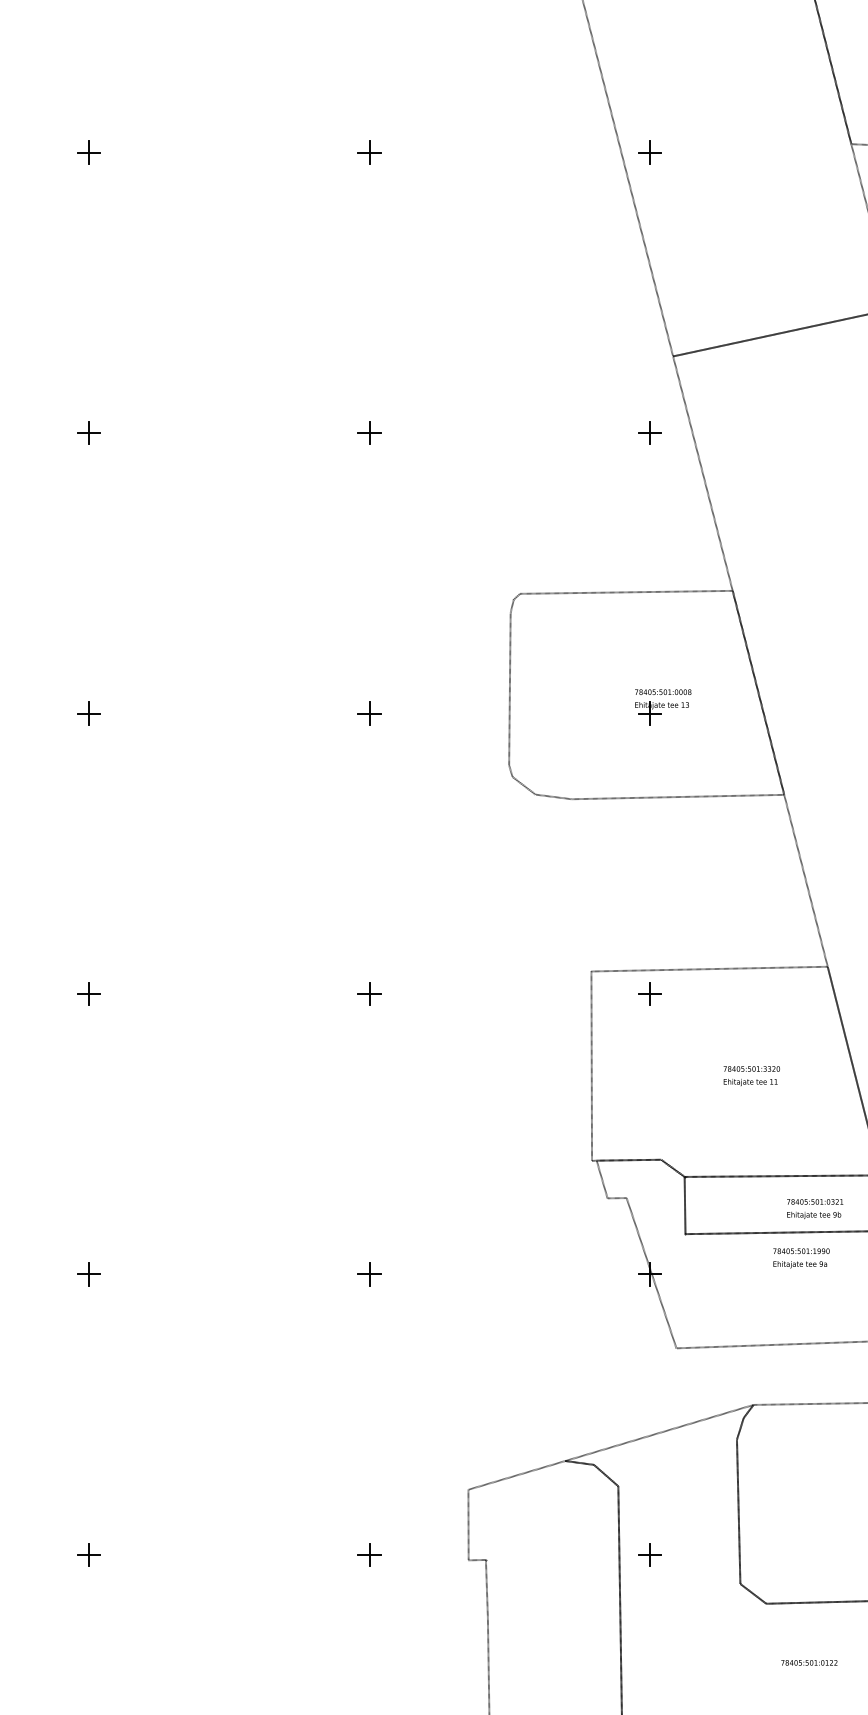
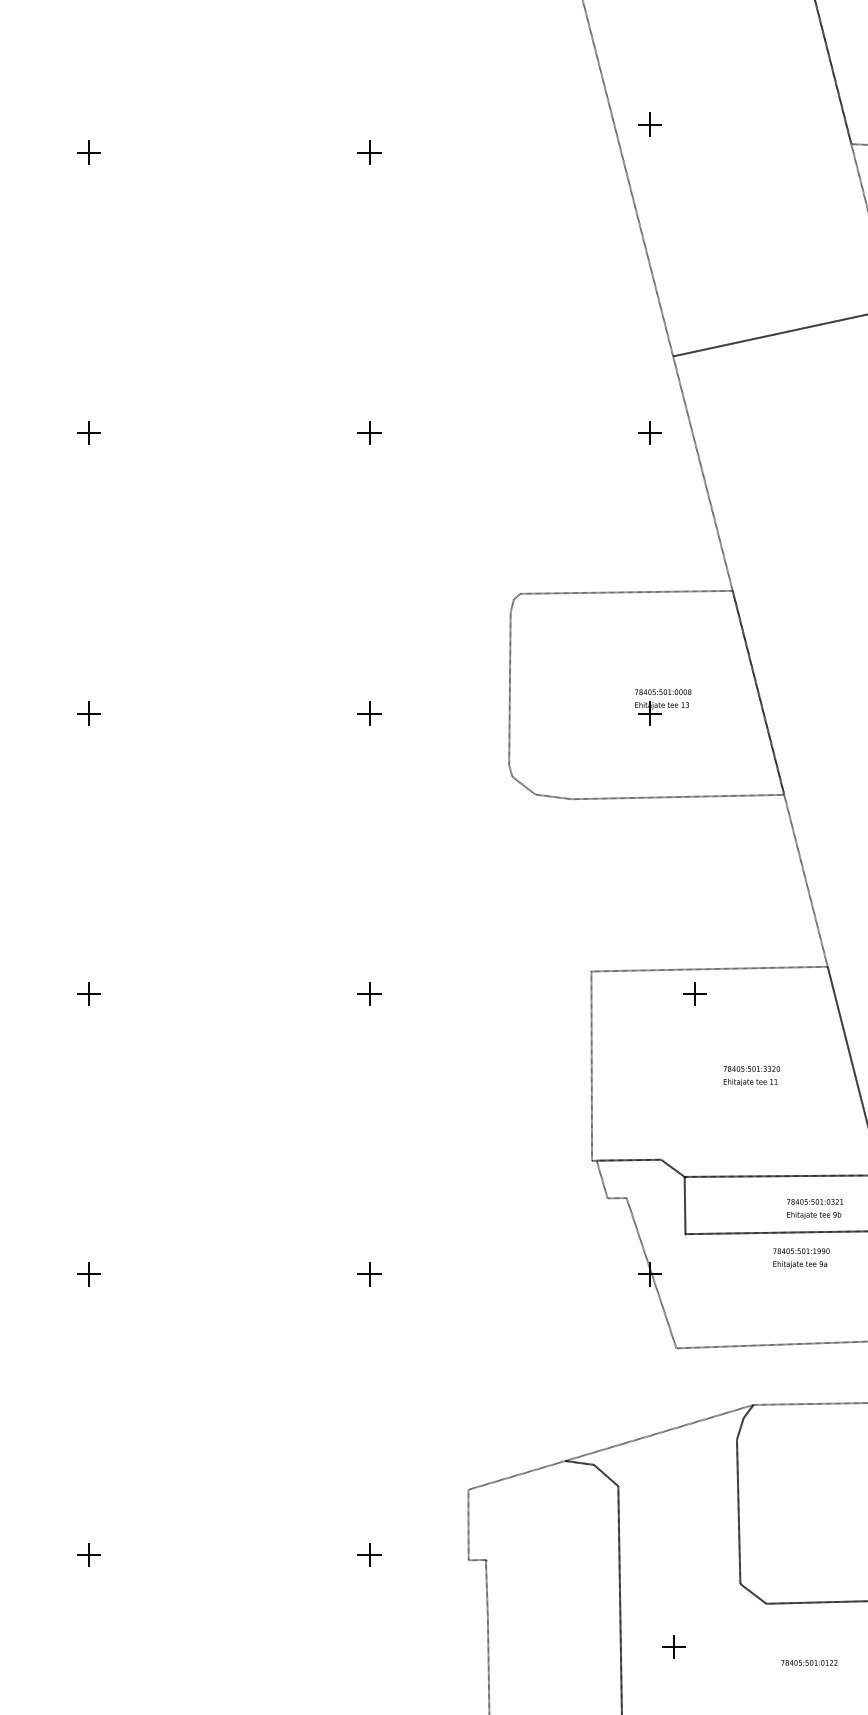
part at (649, 152) position: (649, 152) -> (649, 124)
part at (649, 993) position: (649, 993) -> (694, 993)
part at (649, 1554) position: (649, 1554) -> (673, 1646)
